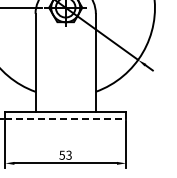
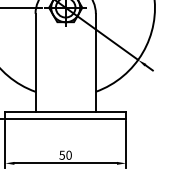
line at (66, 118): dashed -> solid
text at (68, 155): 53 -> 50
